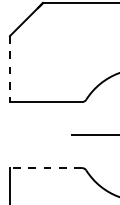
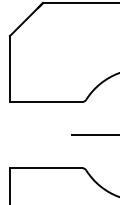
line at (10, 69): dashed -> solid
line at (45, 168): dashed -> solid
